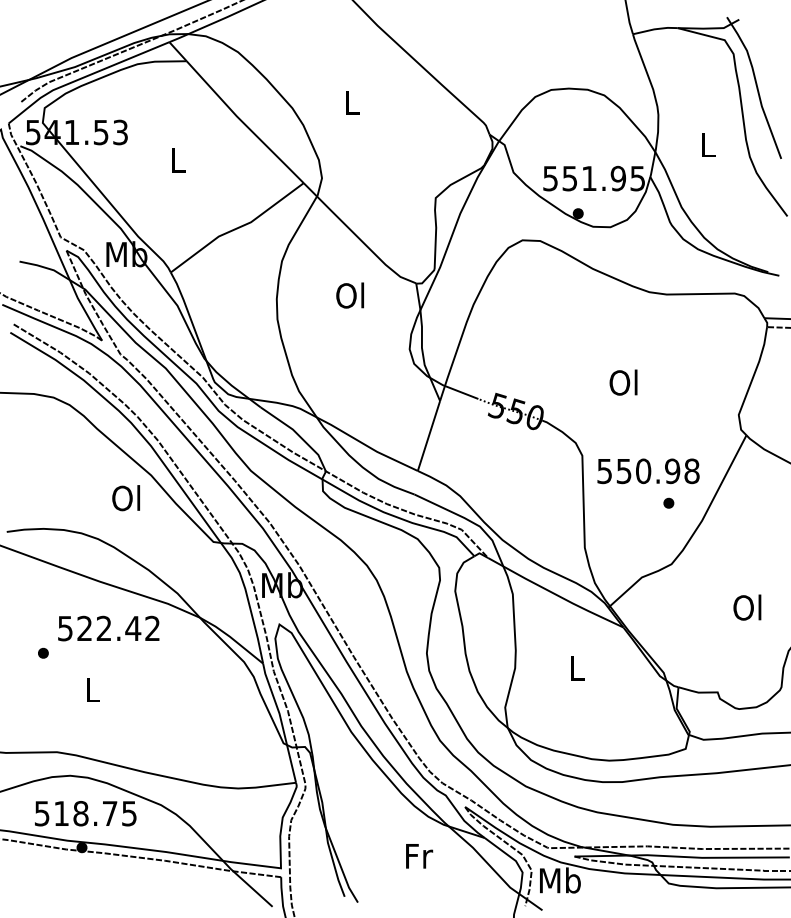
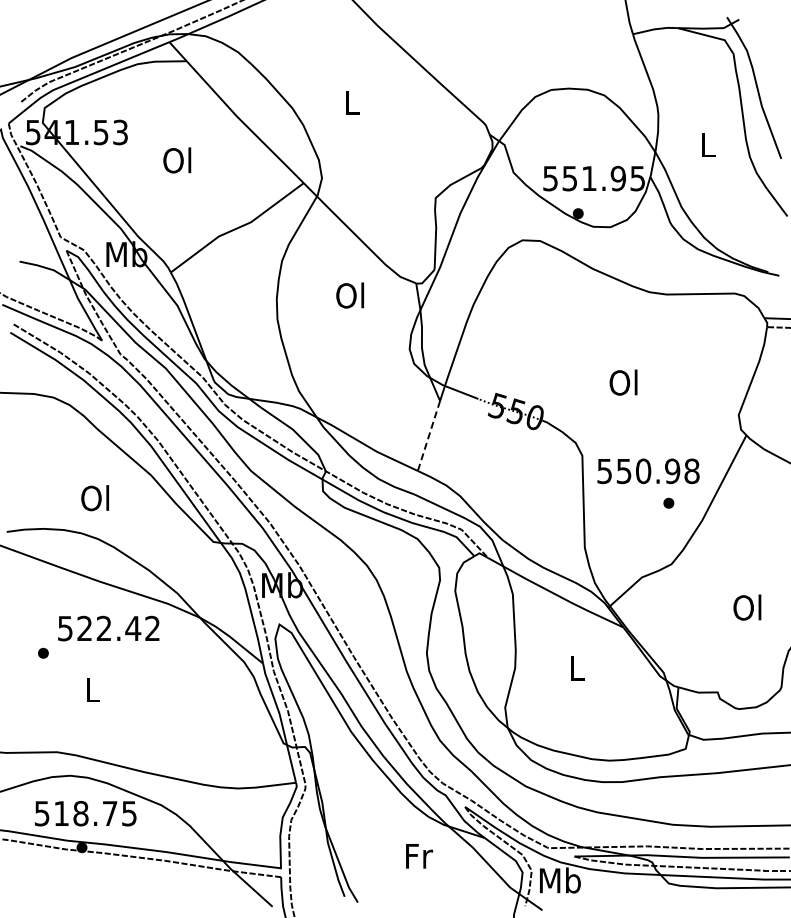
text at (177, 160): L -> Ol
line at (428, 436): solid -> dashed
text at (125, 498) position: (125, 498) -> (94, 498)
